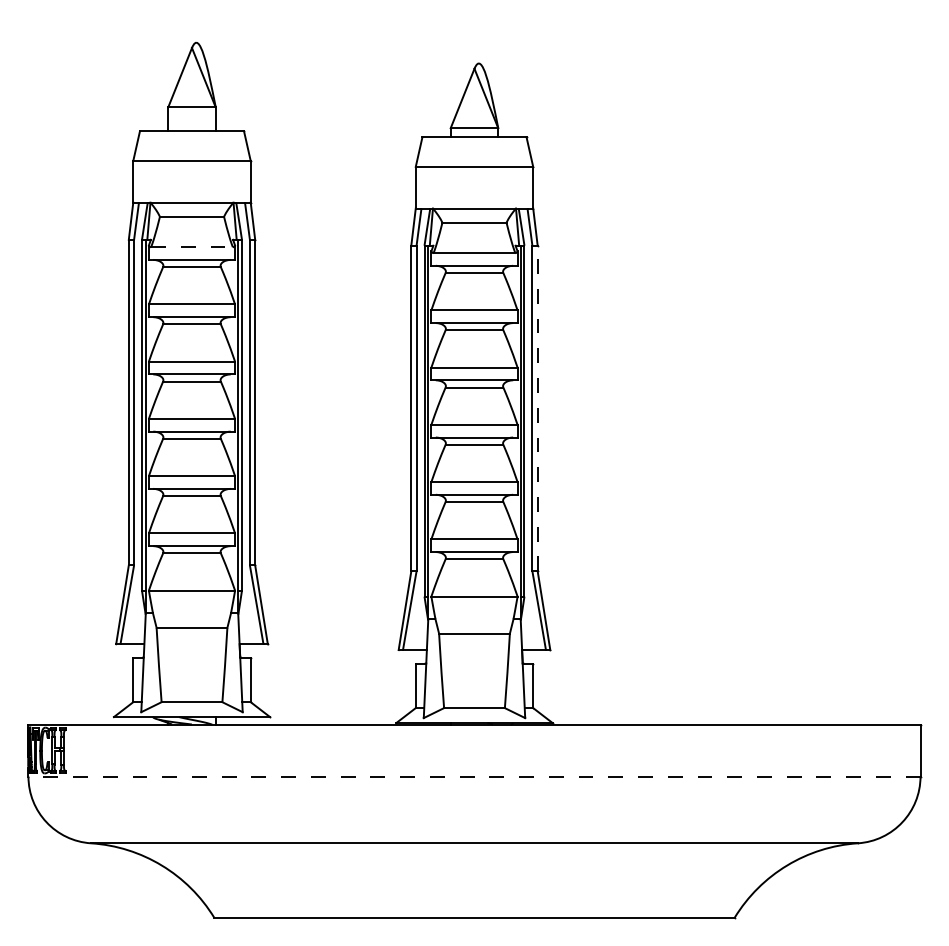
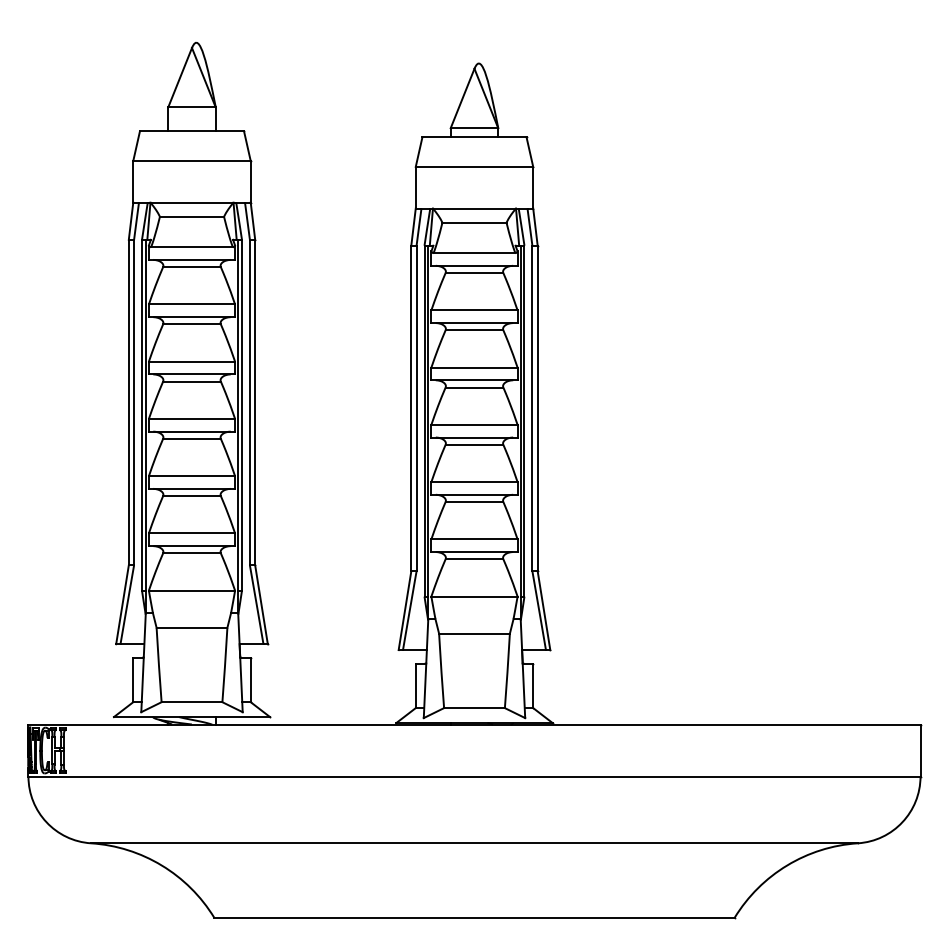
line at (192, 247): dashed -> solid
line at (537, 408): dashed -> solid
line at (474, 776): dashed -> solid
